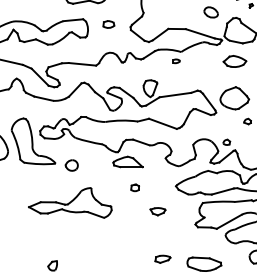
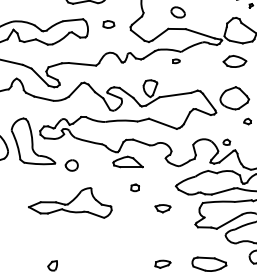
part at (210, 12) position: (210, 12) -> (177, 12)
part at (157, 211) position: (157, 211) -> (162, 208)
part at (162, 258) position: (162, 258) -> (162, 263)
part at (204, 263) position: (204, 263) -> (209, 263)
